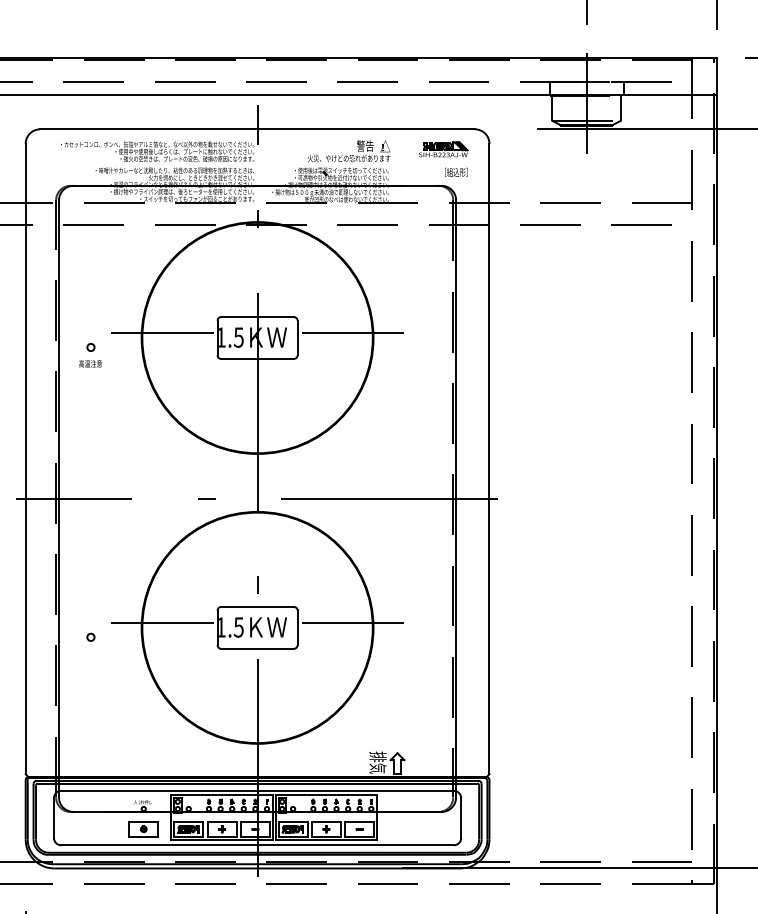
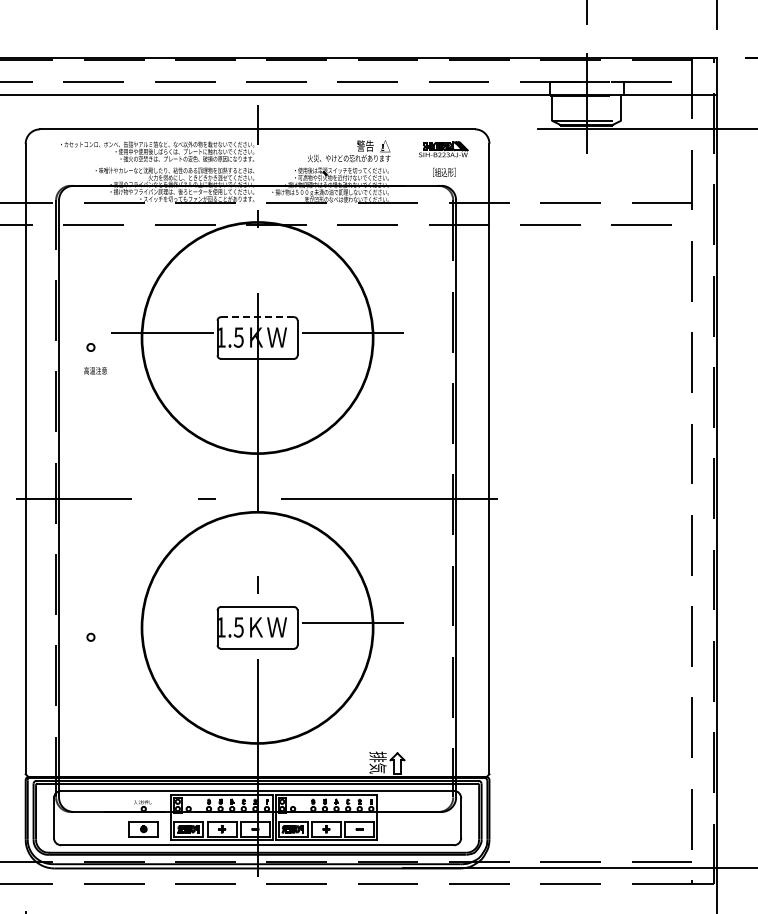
text at (456, 171) position: (456, 171) -> (444, 171)
line at (257, 317): solid -> dashed
text at (90, 363) position: (90, 363) -> (95, 370)
line at (161, 622): present -> none
